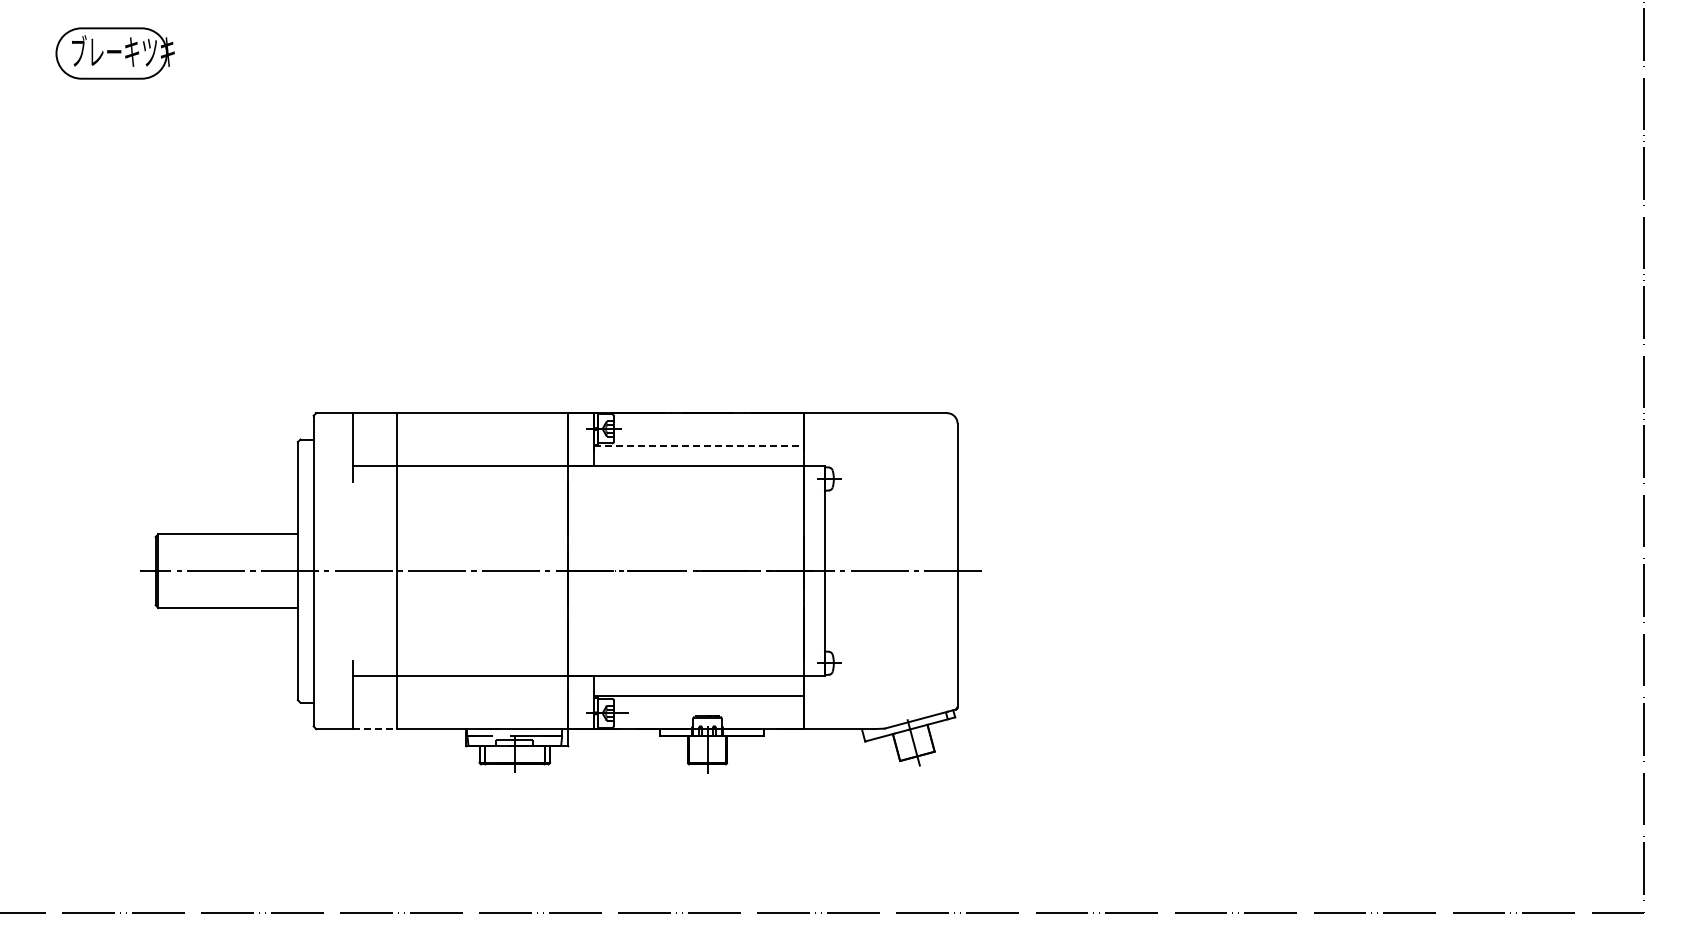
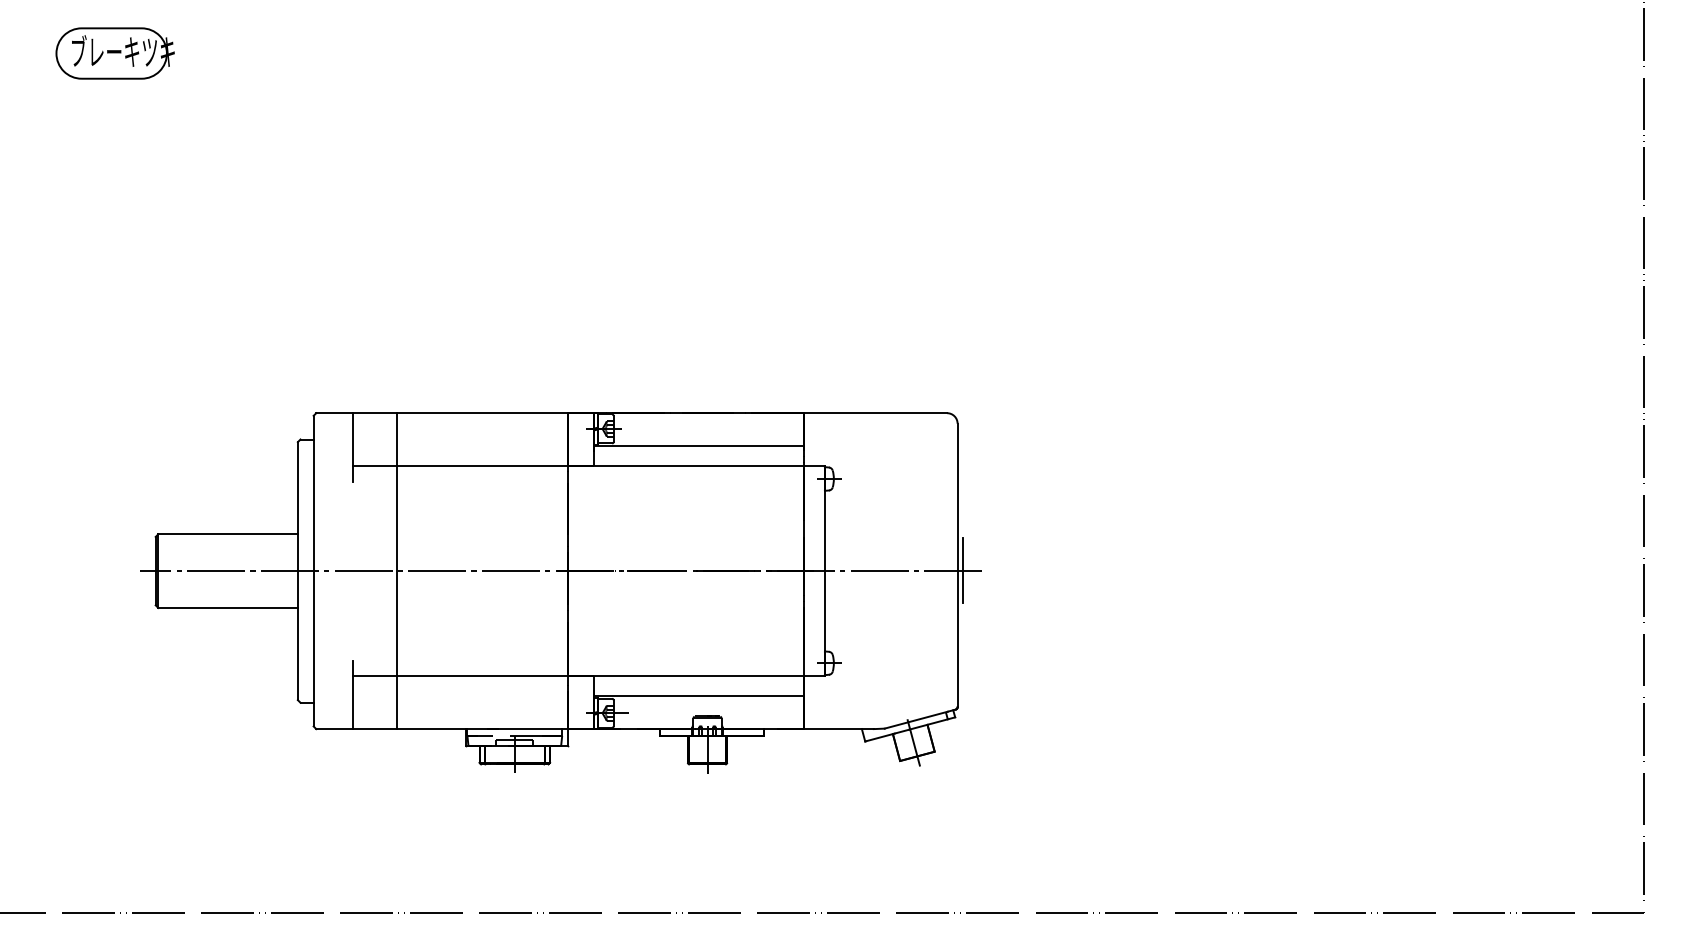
line at (699, 445): dashed -> solid
line at (962, 570): none -> present
line at (375, 729): dashed -> solid
